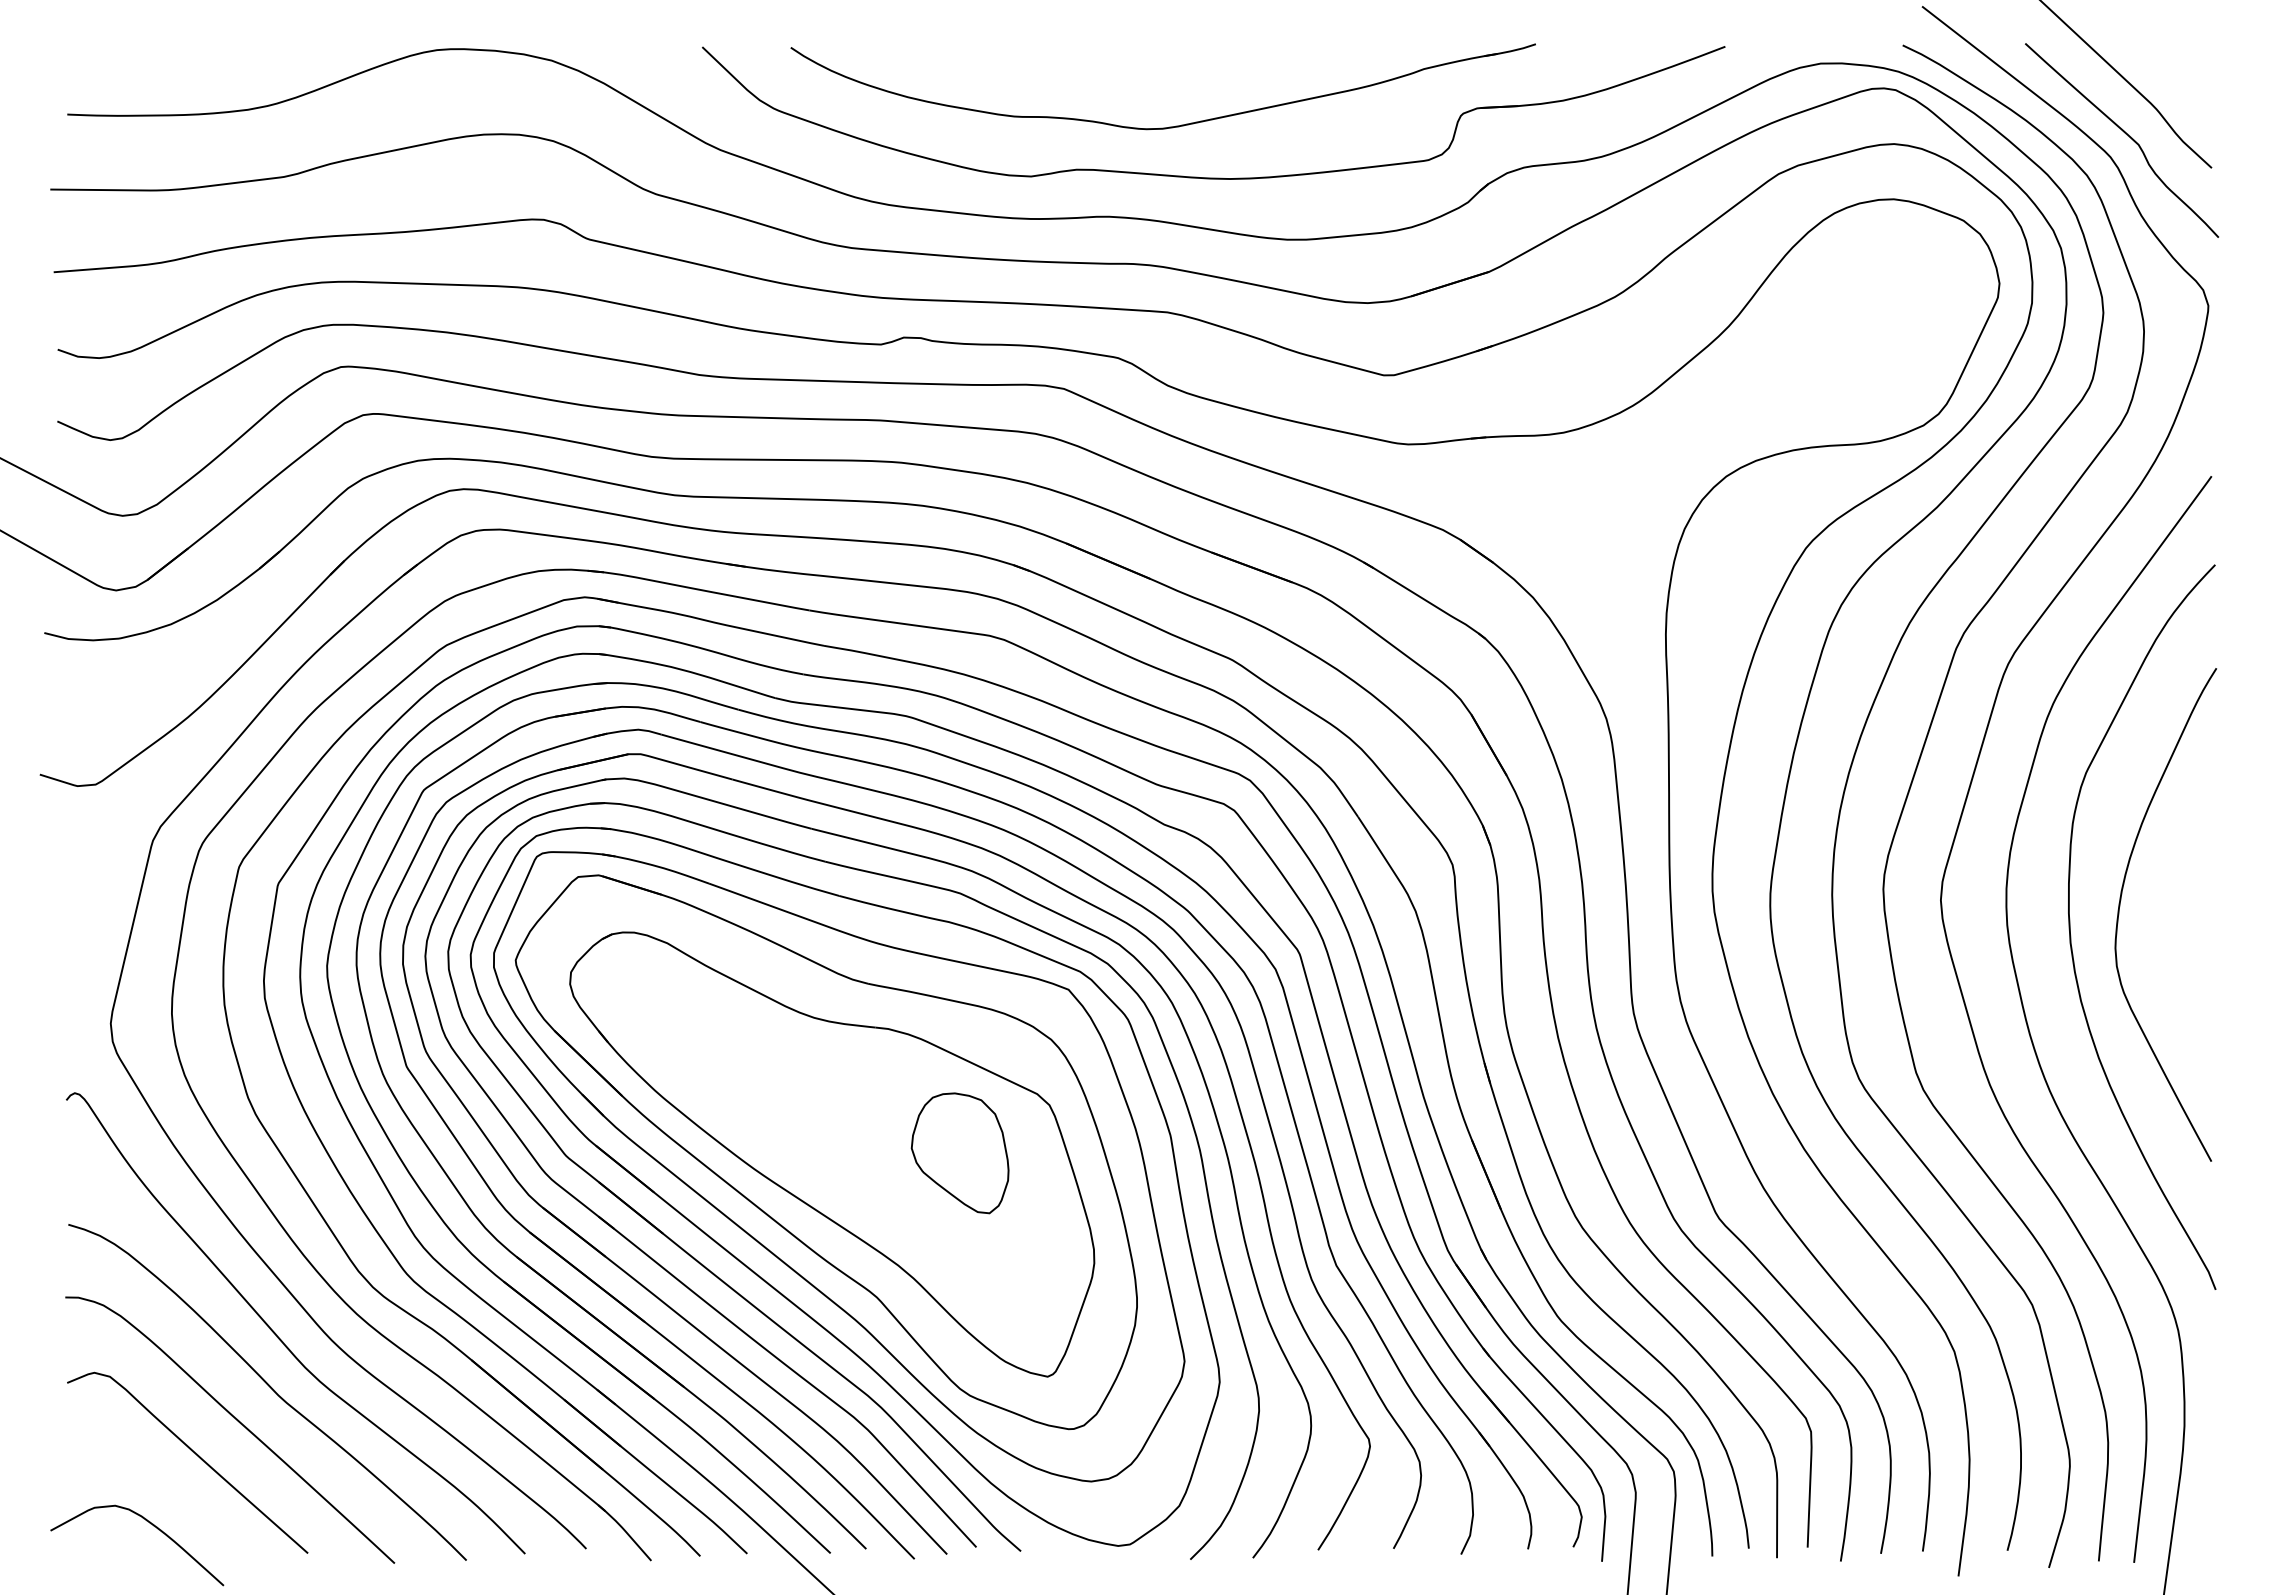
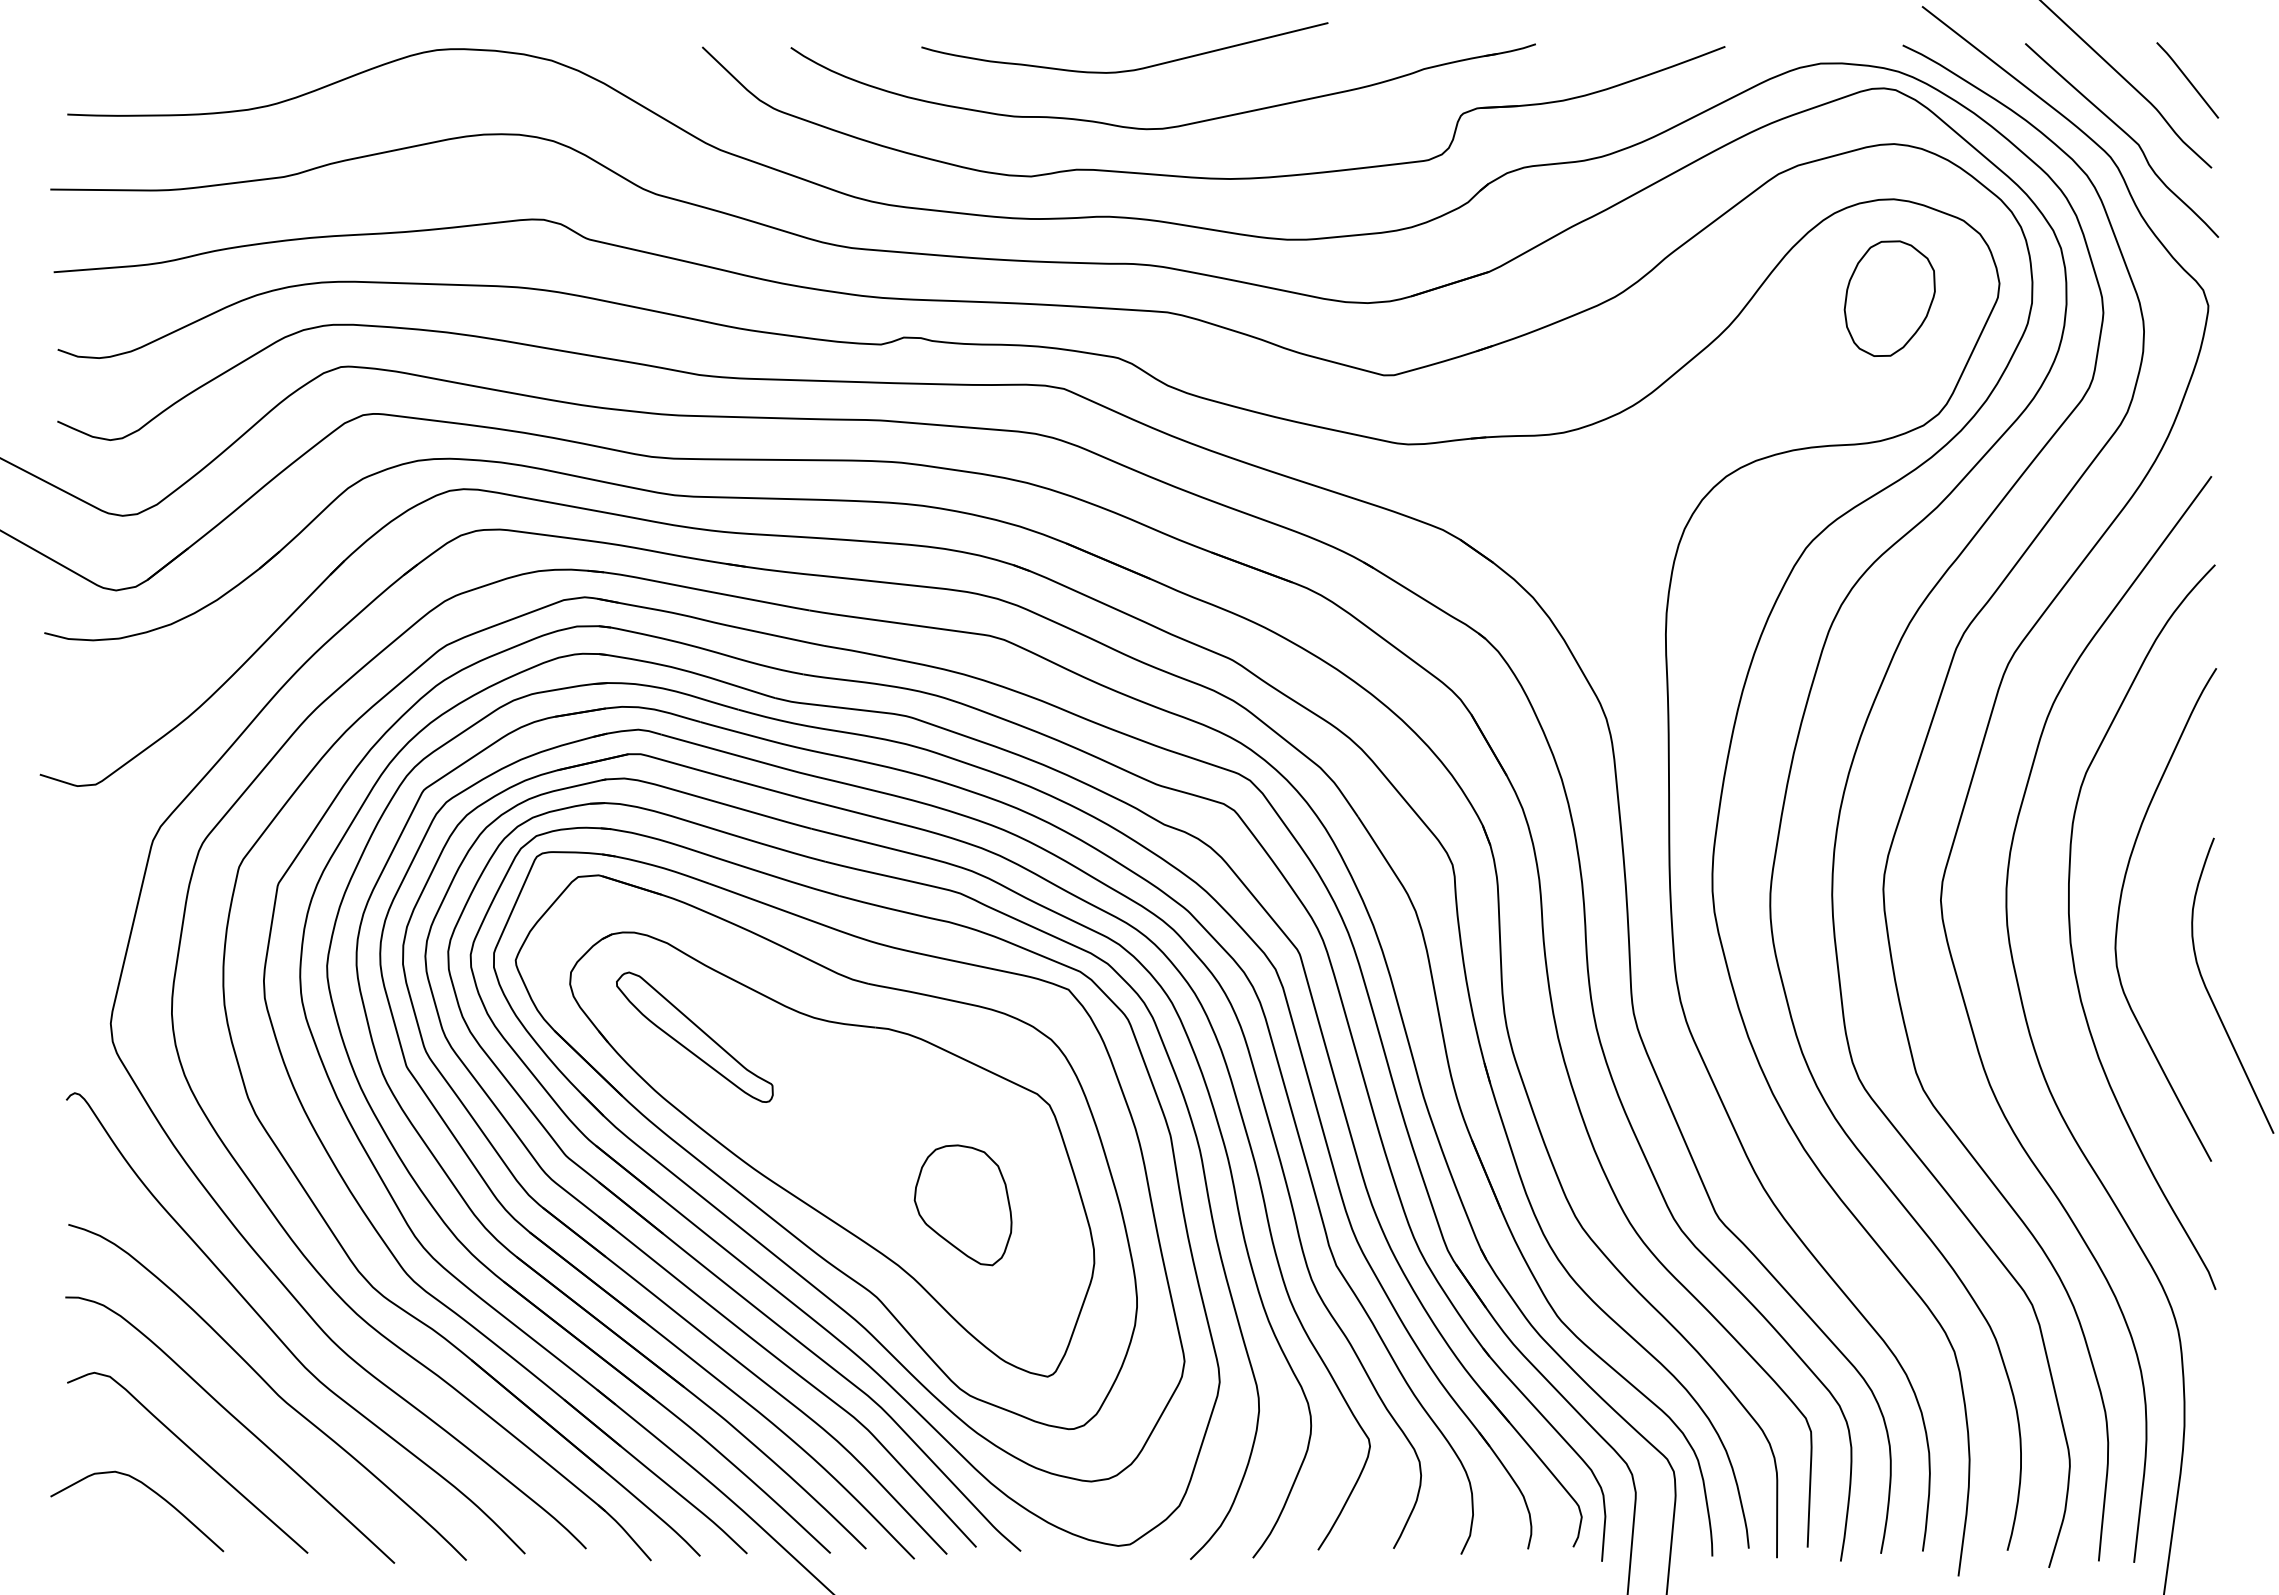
curve at (1129, 69): none -> present
line at (2187, 80): none -> present
part at (1889, 298): none -> present
curve at (2209, 992): none -> present
part at (694, 1036): none -> present
part at (959, 1153) position: (959, 1153) -> (962, 1205)
curve at (150, 1524) position: (150, 1524) -> (150, 1490)
